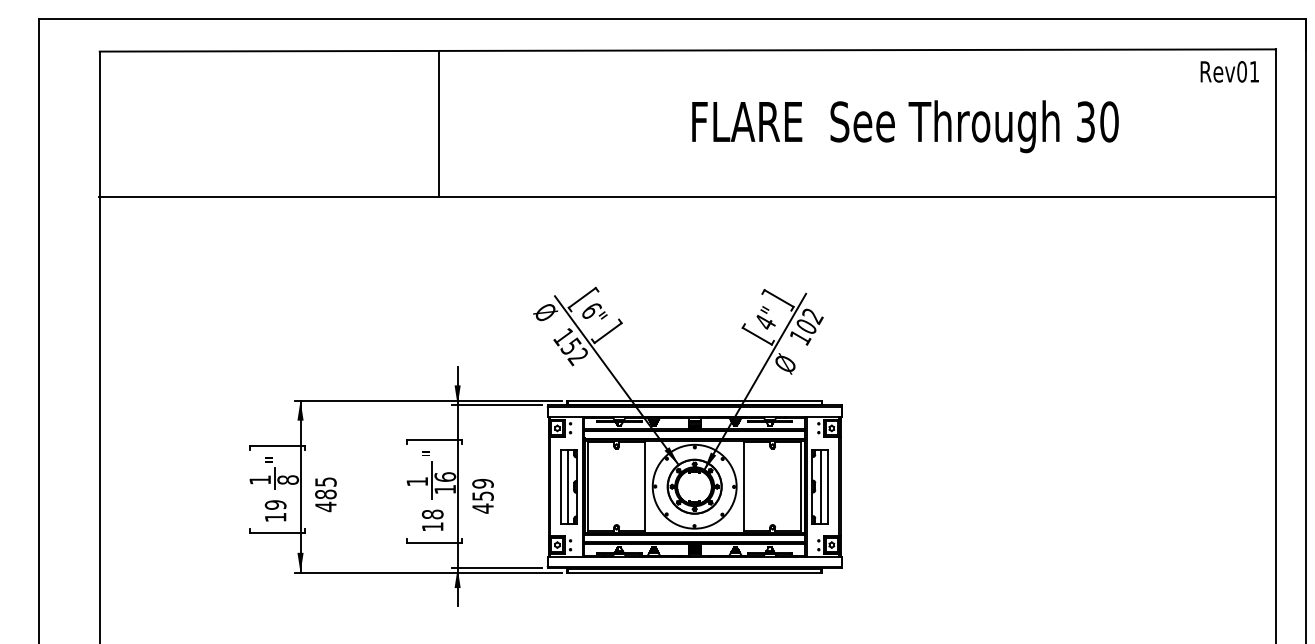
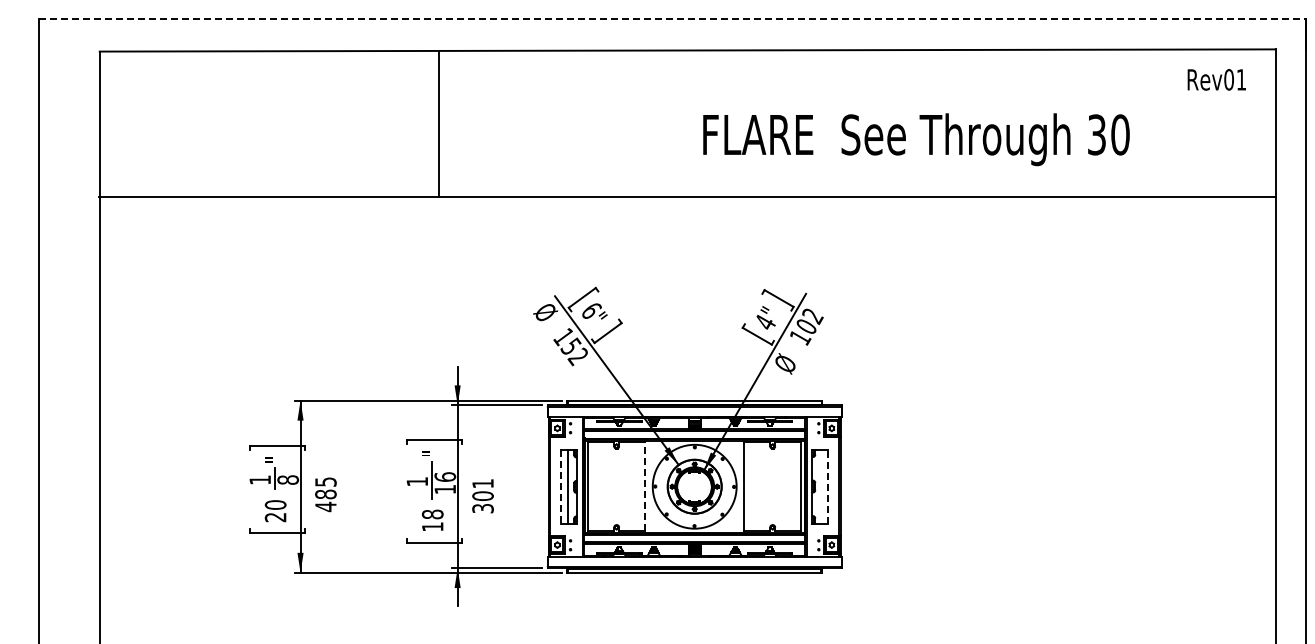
line at (673, 19): solid -> dashed
text at (1229, 71) position: (1229, 71) -> (1216, 79)
text at (905, 126) position: (905, 126) -> (916, 139)
line at (645, 486): solid -> dashed
line at (820, 486): present -> none
line at (828, 486): solid -> dashed
line at (561, 487): solid -> dashed
text at (482, 496): 459 -> 301
text at (275, 511): 19 -> 20
